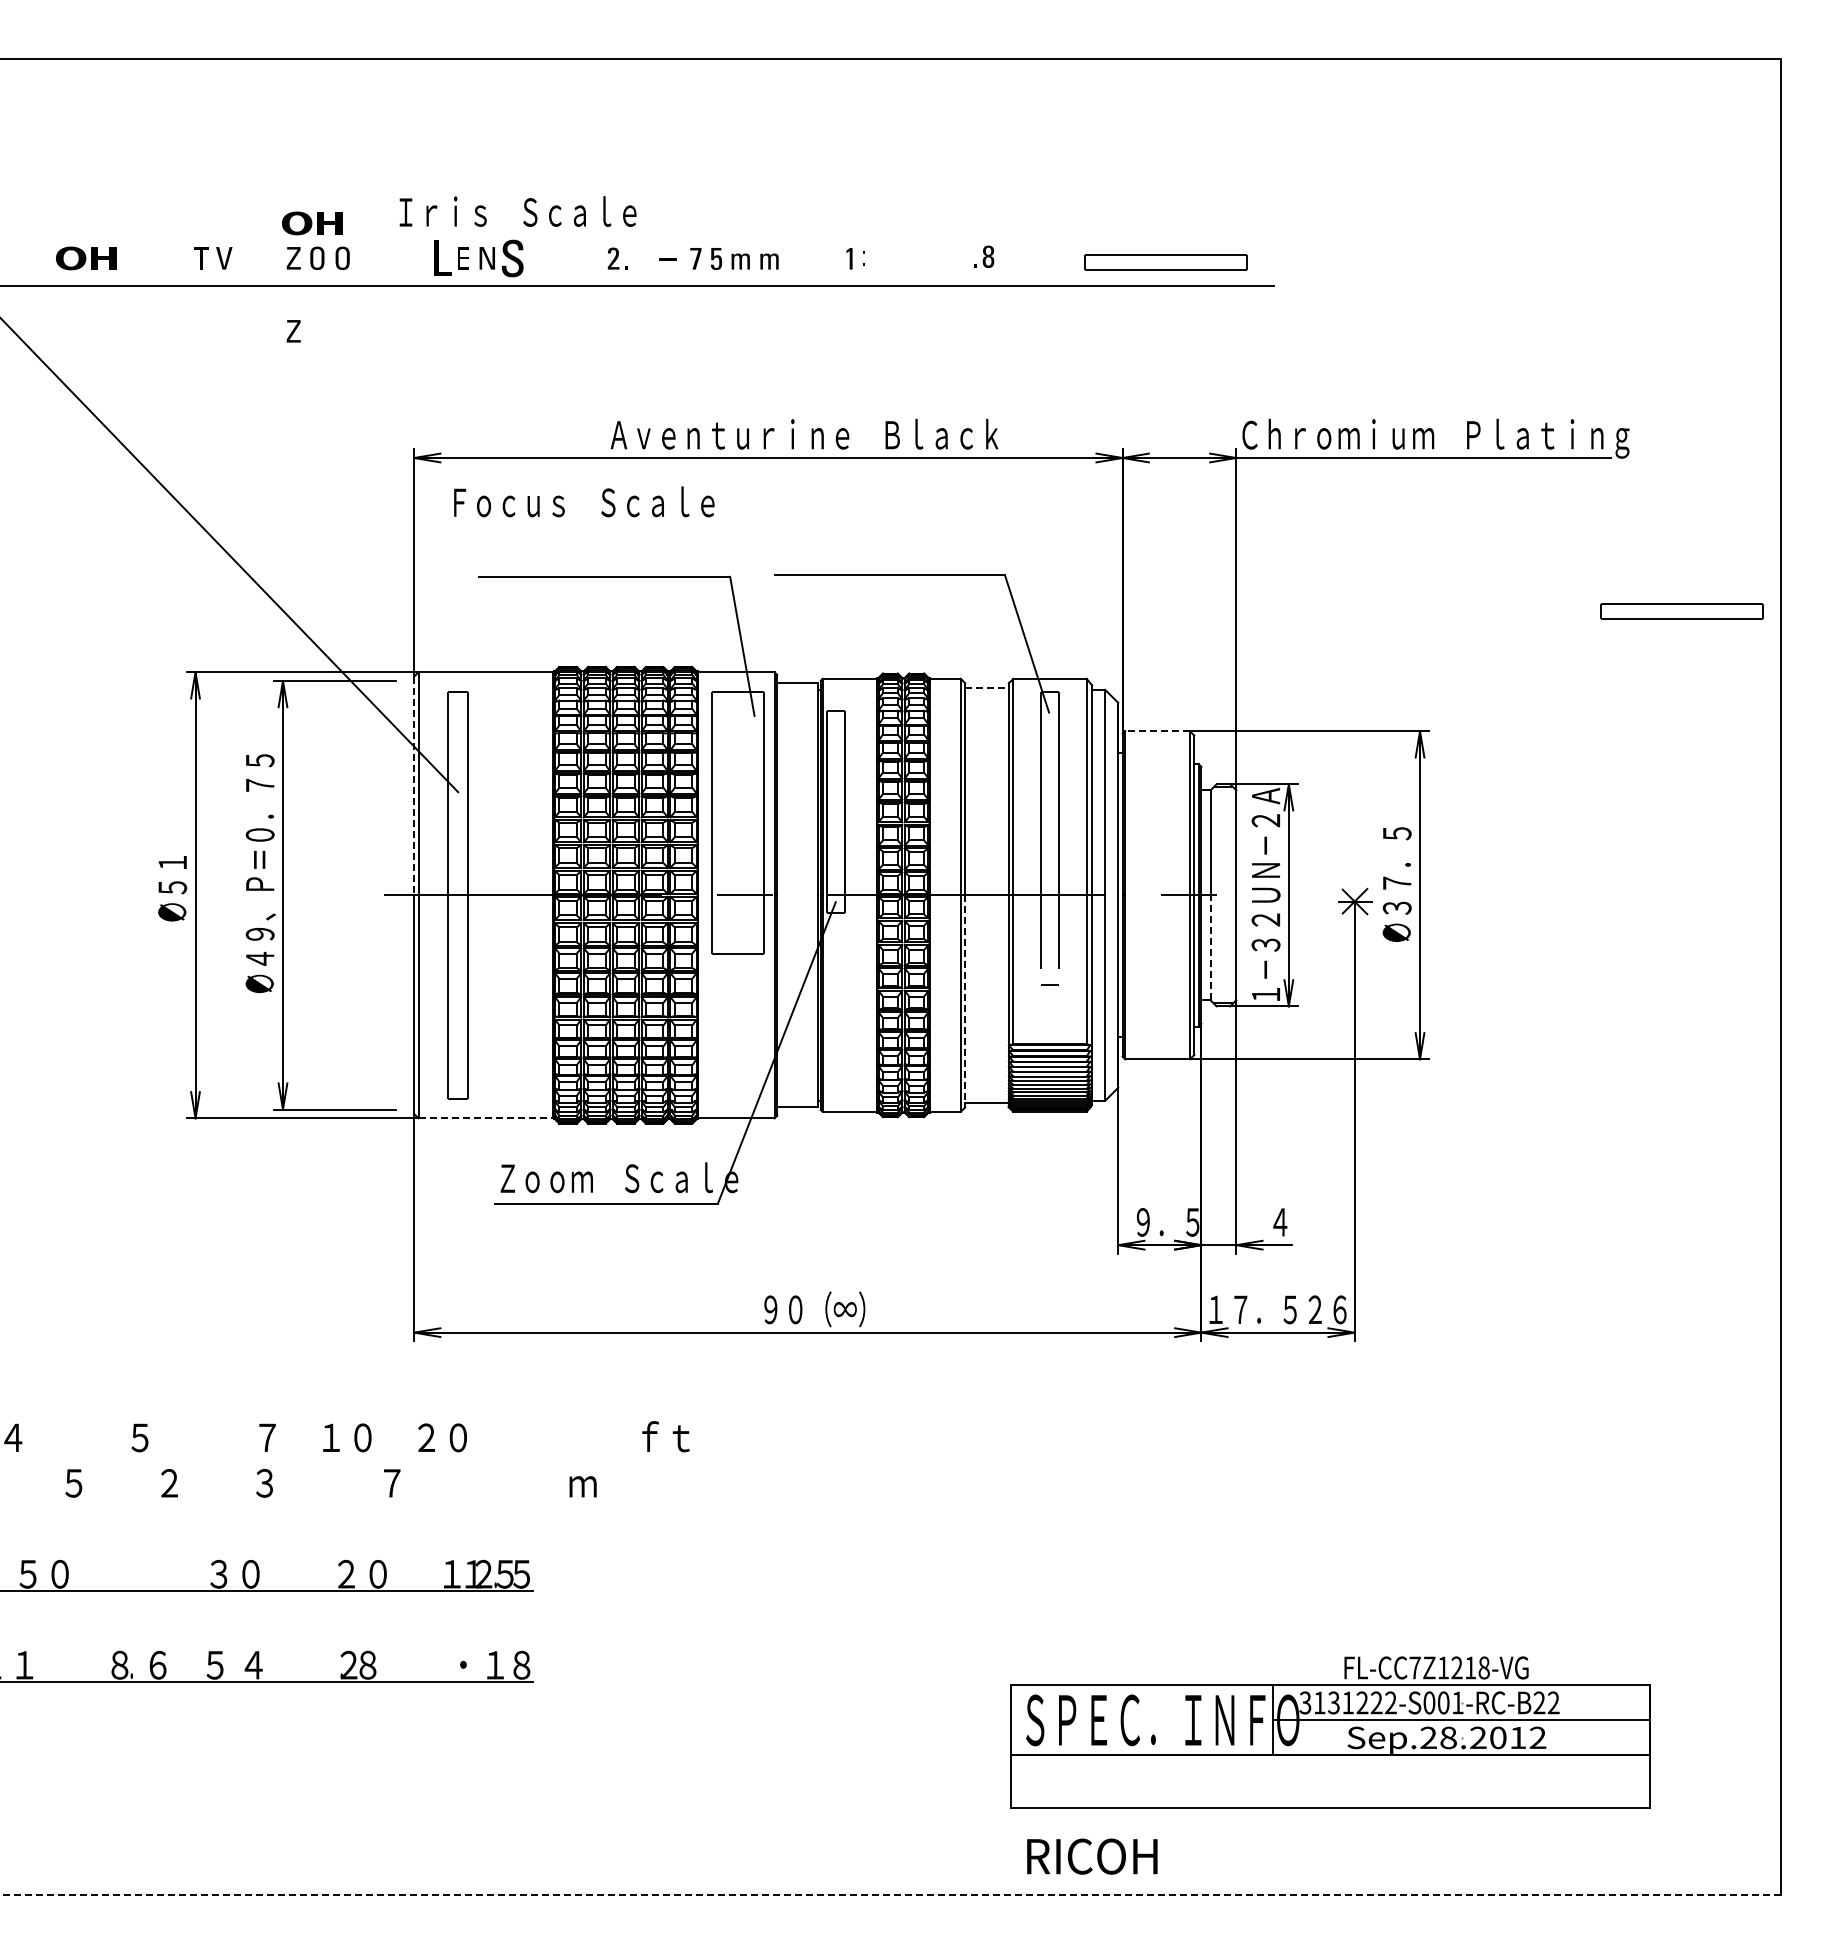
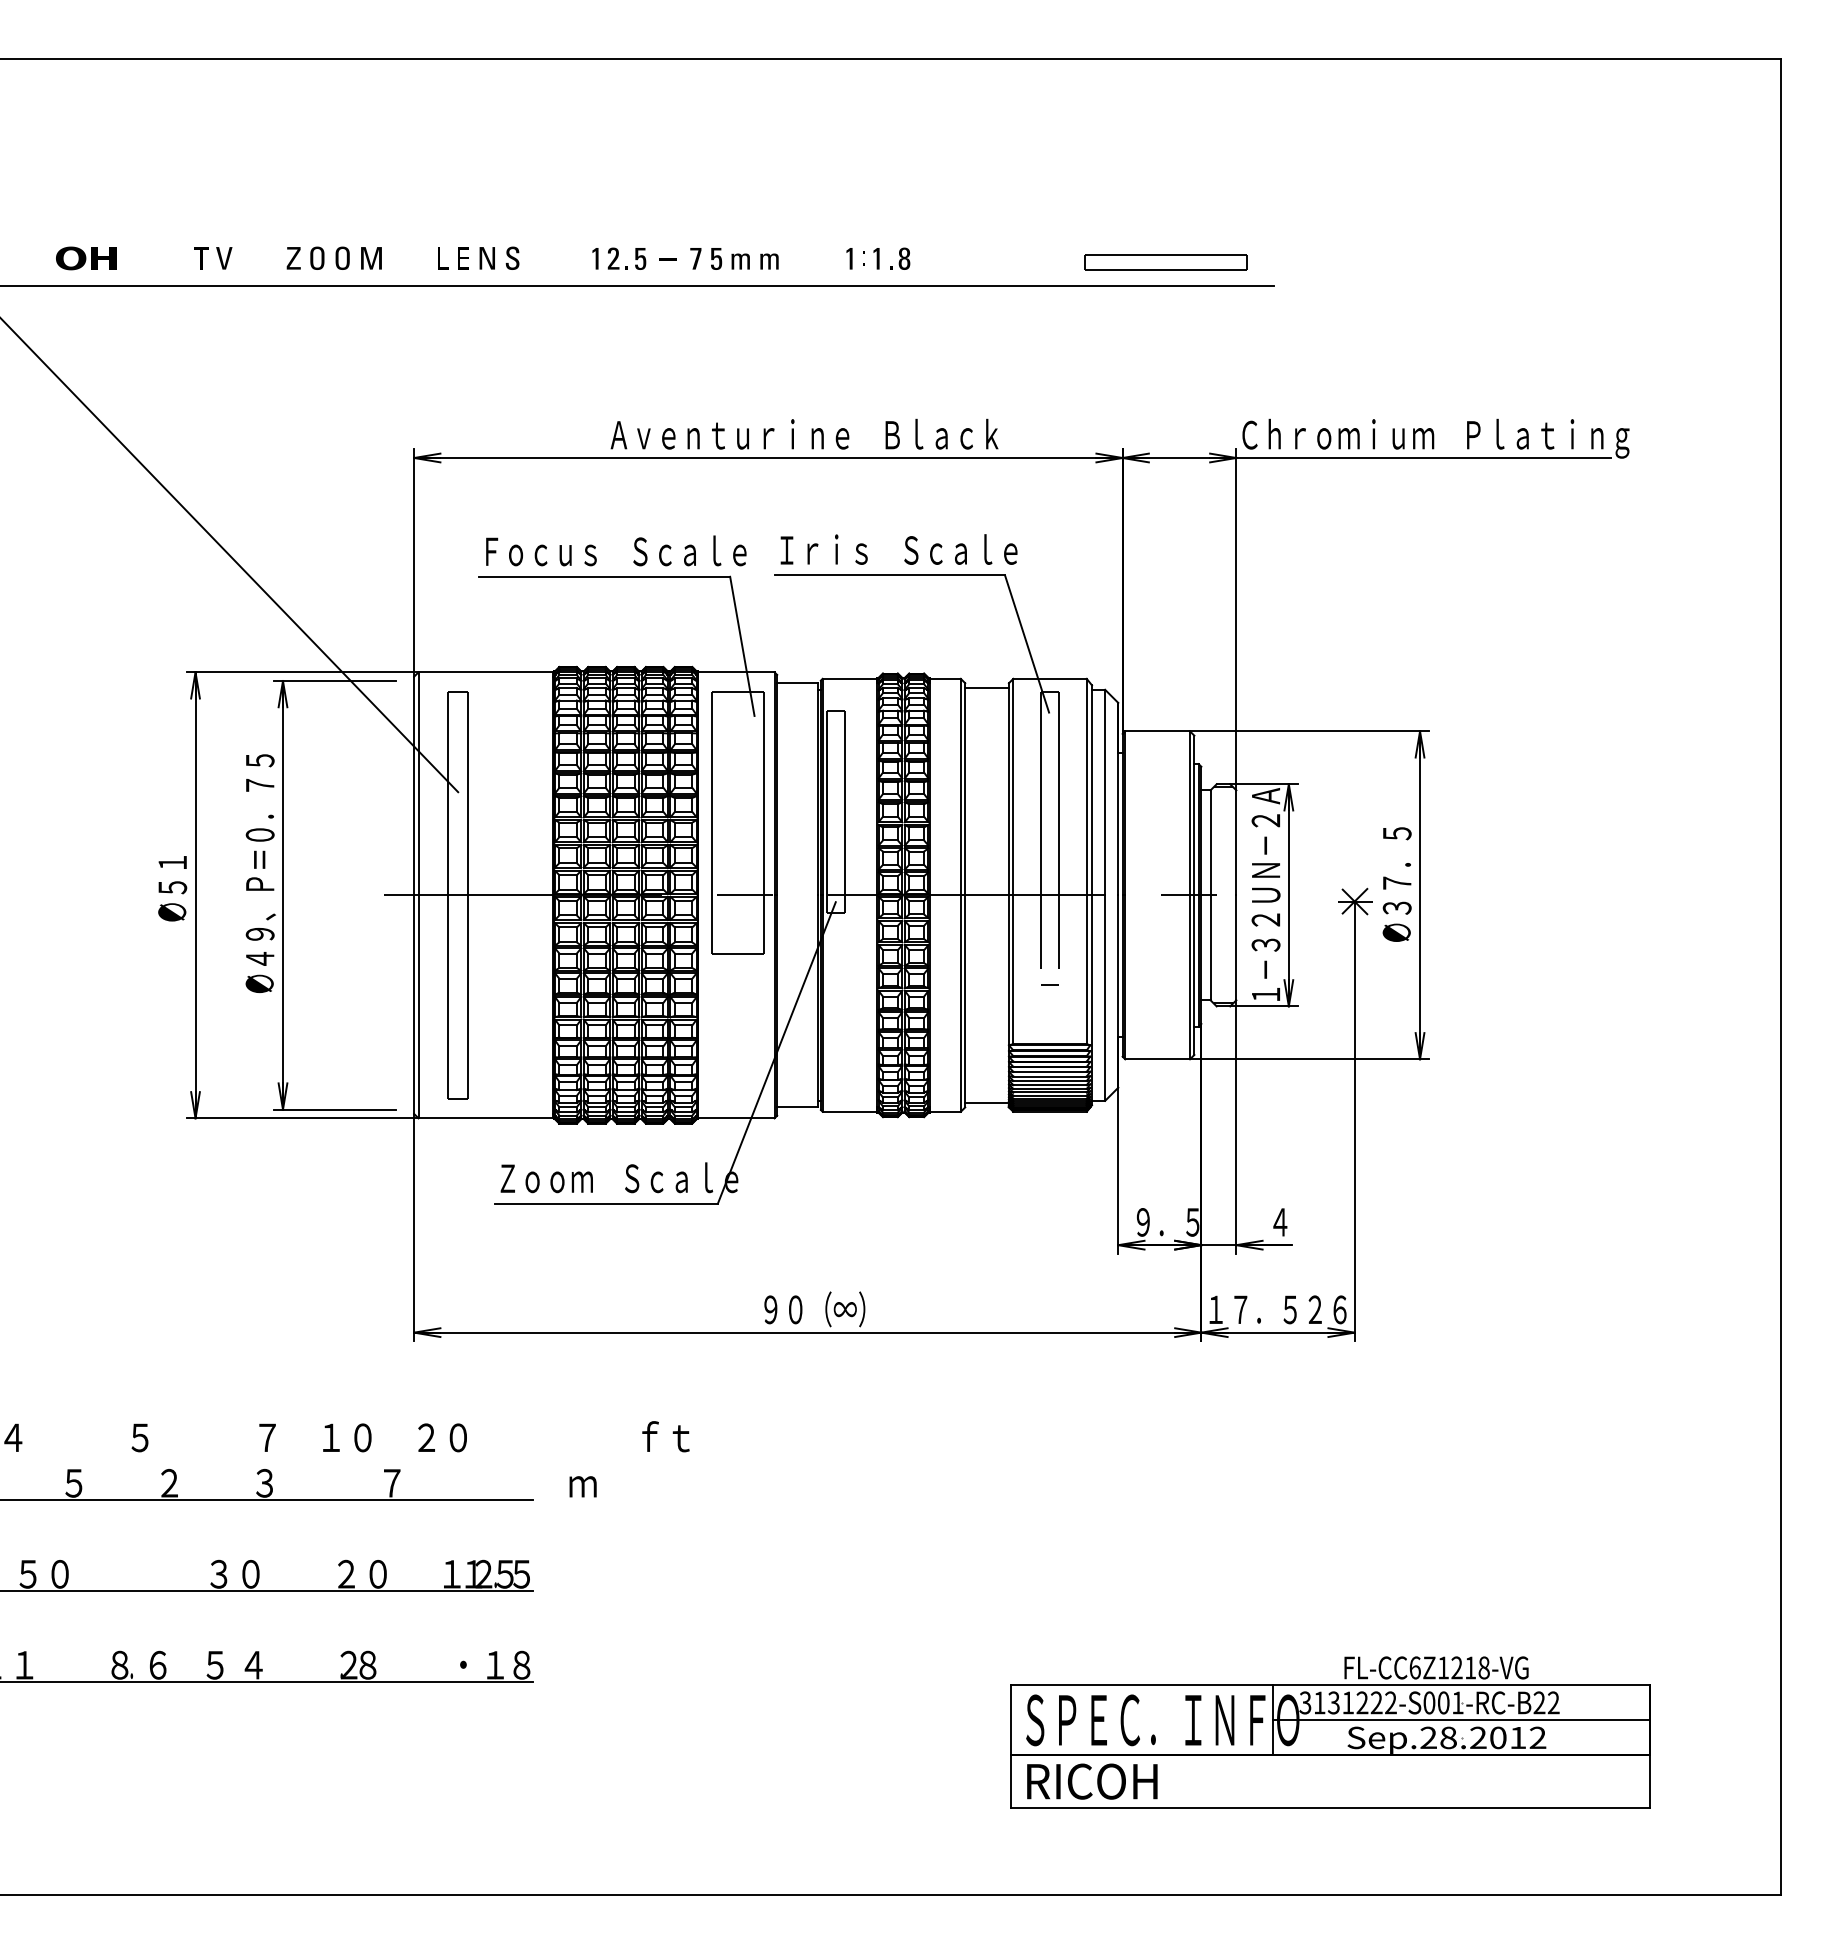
text at (517, 211) position: (517, 211) -> (898, 549)
part at (312, 223): present -> none
part at (984, 256) position: (984, 256) -> (900, 258)
part at (442, 257) size: 18x36 px -> 11x23 px
fill at (371, 258): none -> present
part at (512, 258) size: 23x39 px -> 15x24 px
fill at (595, 258): none -> present
fill at (640, 258): none -> present
fill at (876, 258): none -> present
part at (293, 331): present -> none
text at (584, 501) position: (584, 501) -> (616, 550)
part at (1681, 611): present -> none
line at (987, 687): dashed -> solid
line at (1157, 731): dashed -> solid
line at (414, 786): dashed -> solid
line at (1210, 947): dashed -> solid
line at (965, 1001): dashed -> solid
line at (486, 1118): dashed -> solid
line at (267, 1500): none -> present
text at (1414, 1667): FL-CC7Z1218-VG -> FL-CC6Z1218-VG
text at (1092, 1856) position: (1092, 1856) -> (1092, 1781)
line at (890, 1895): dashed -> solid
